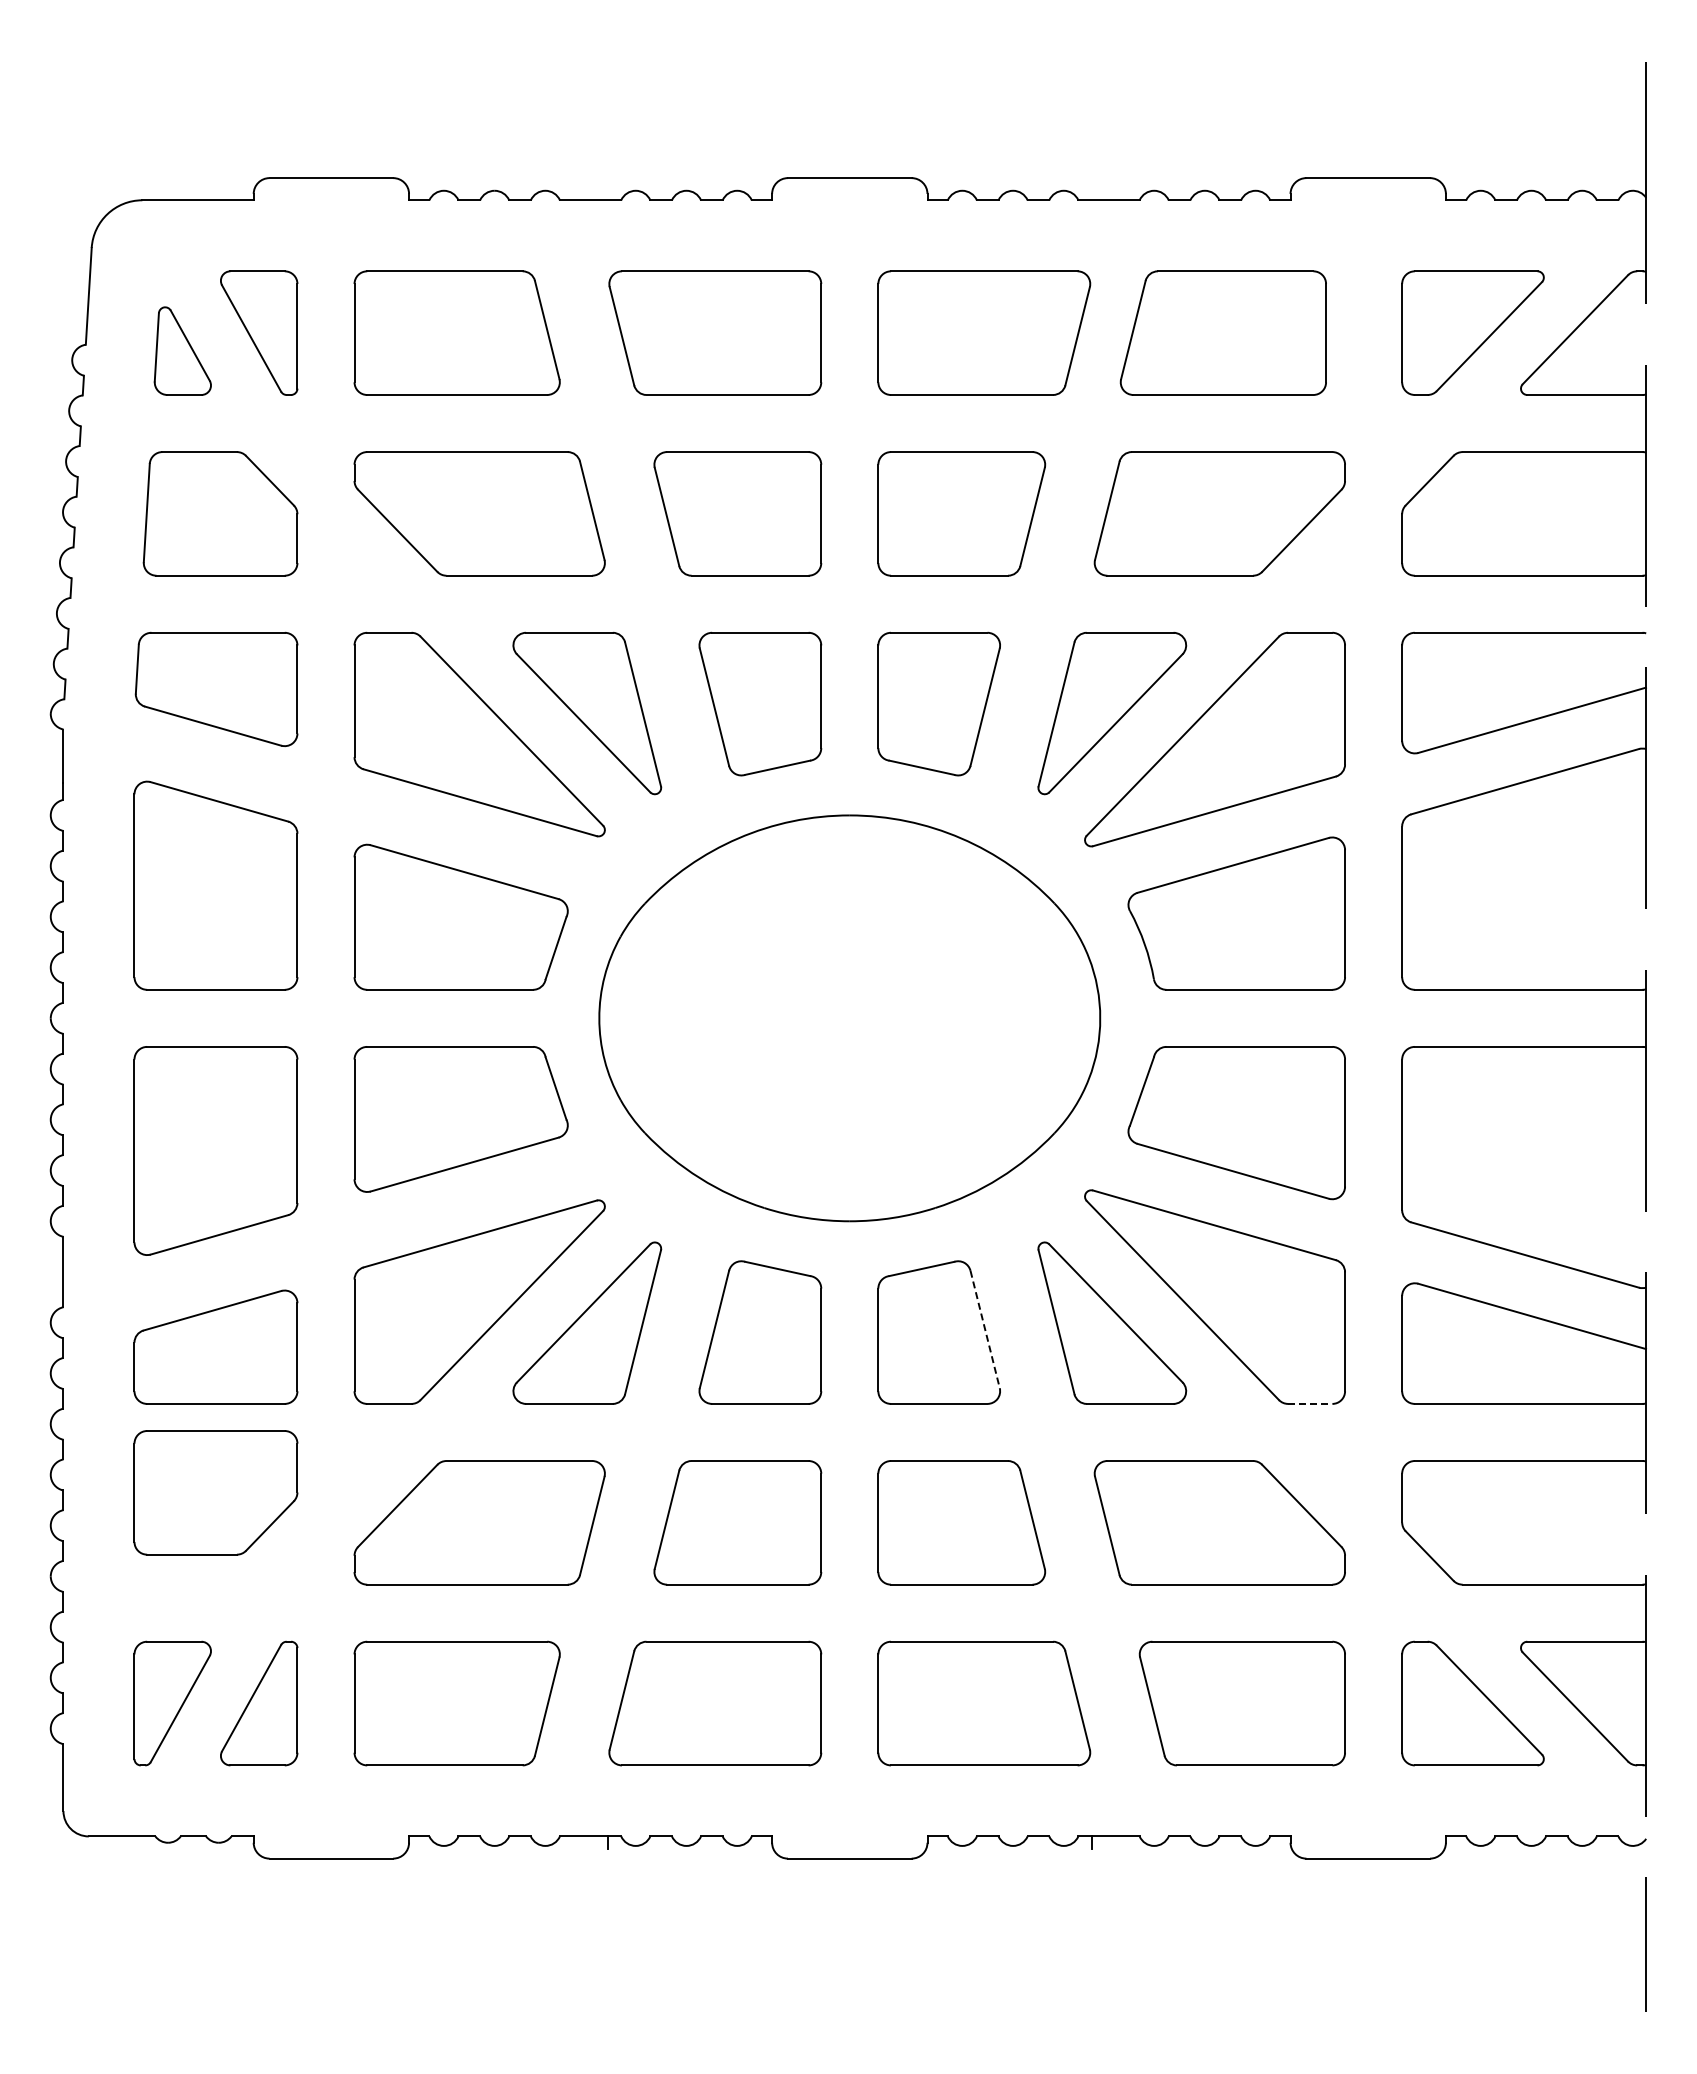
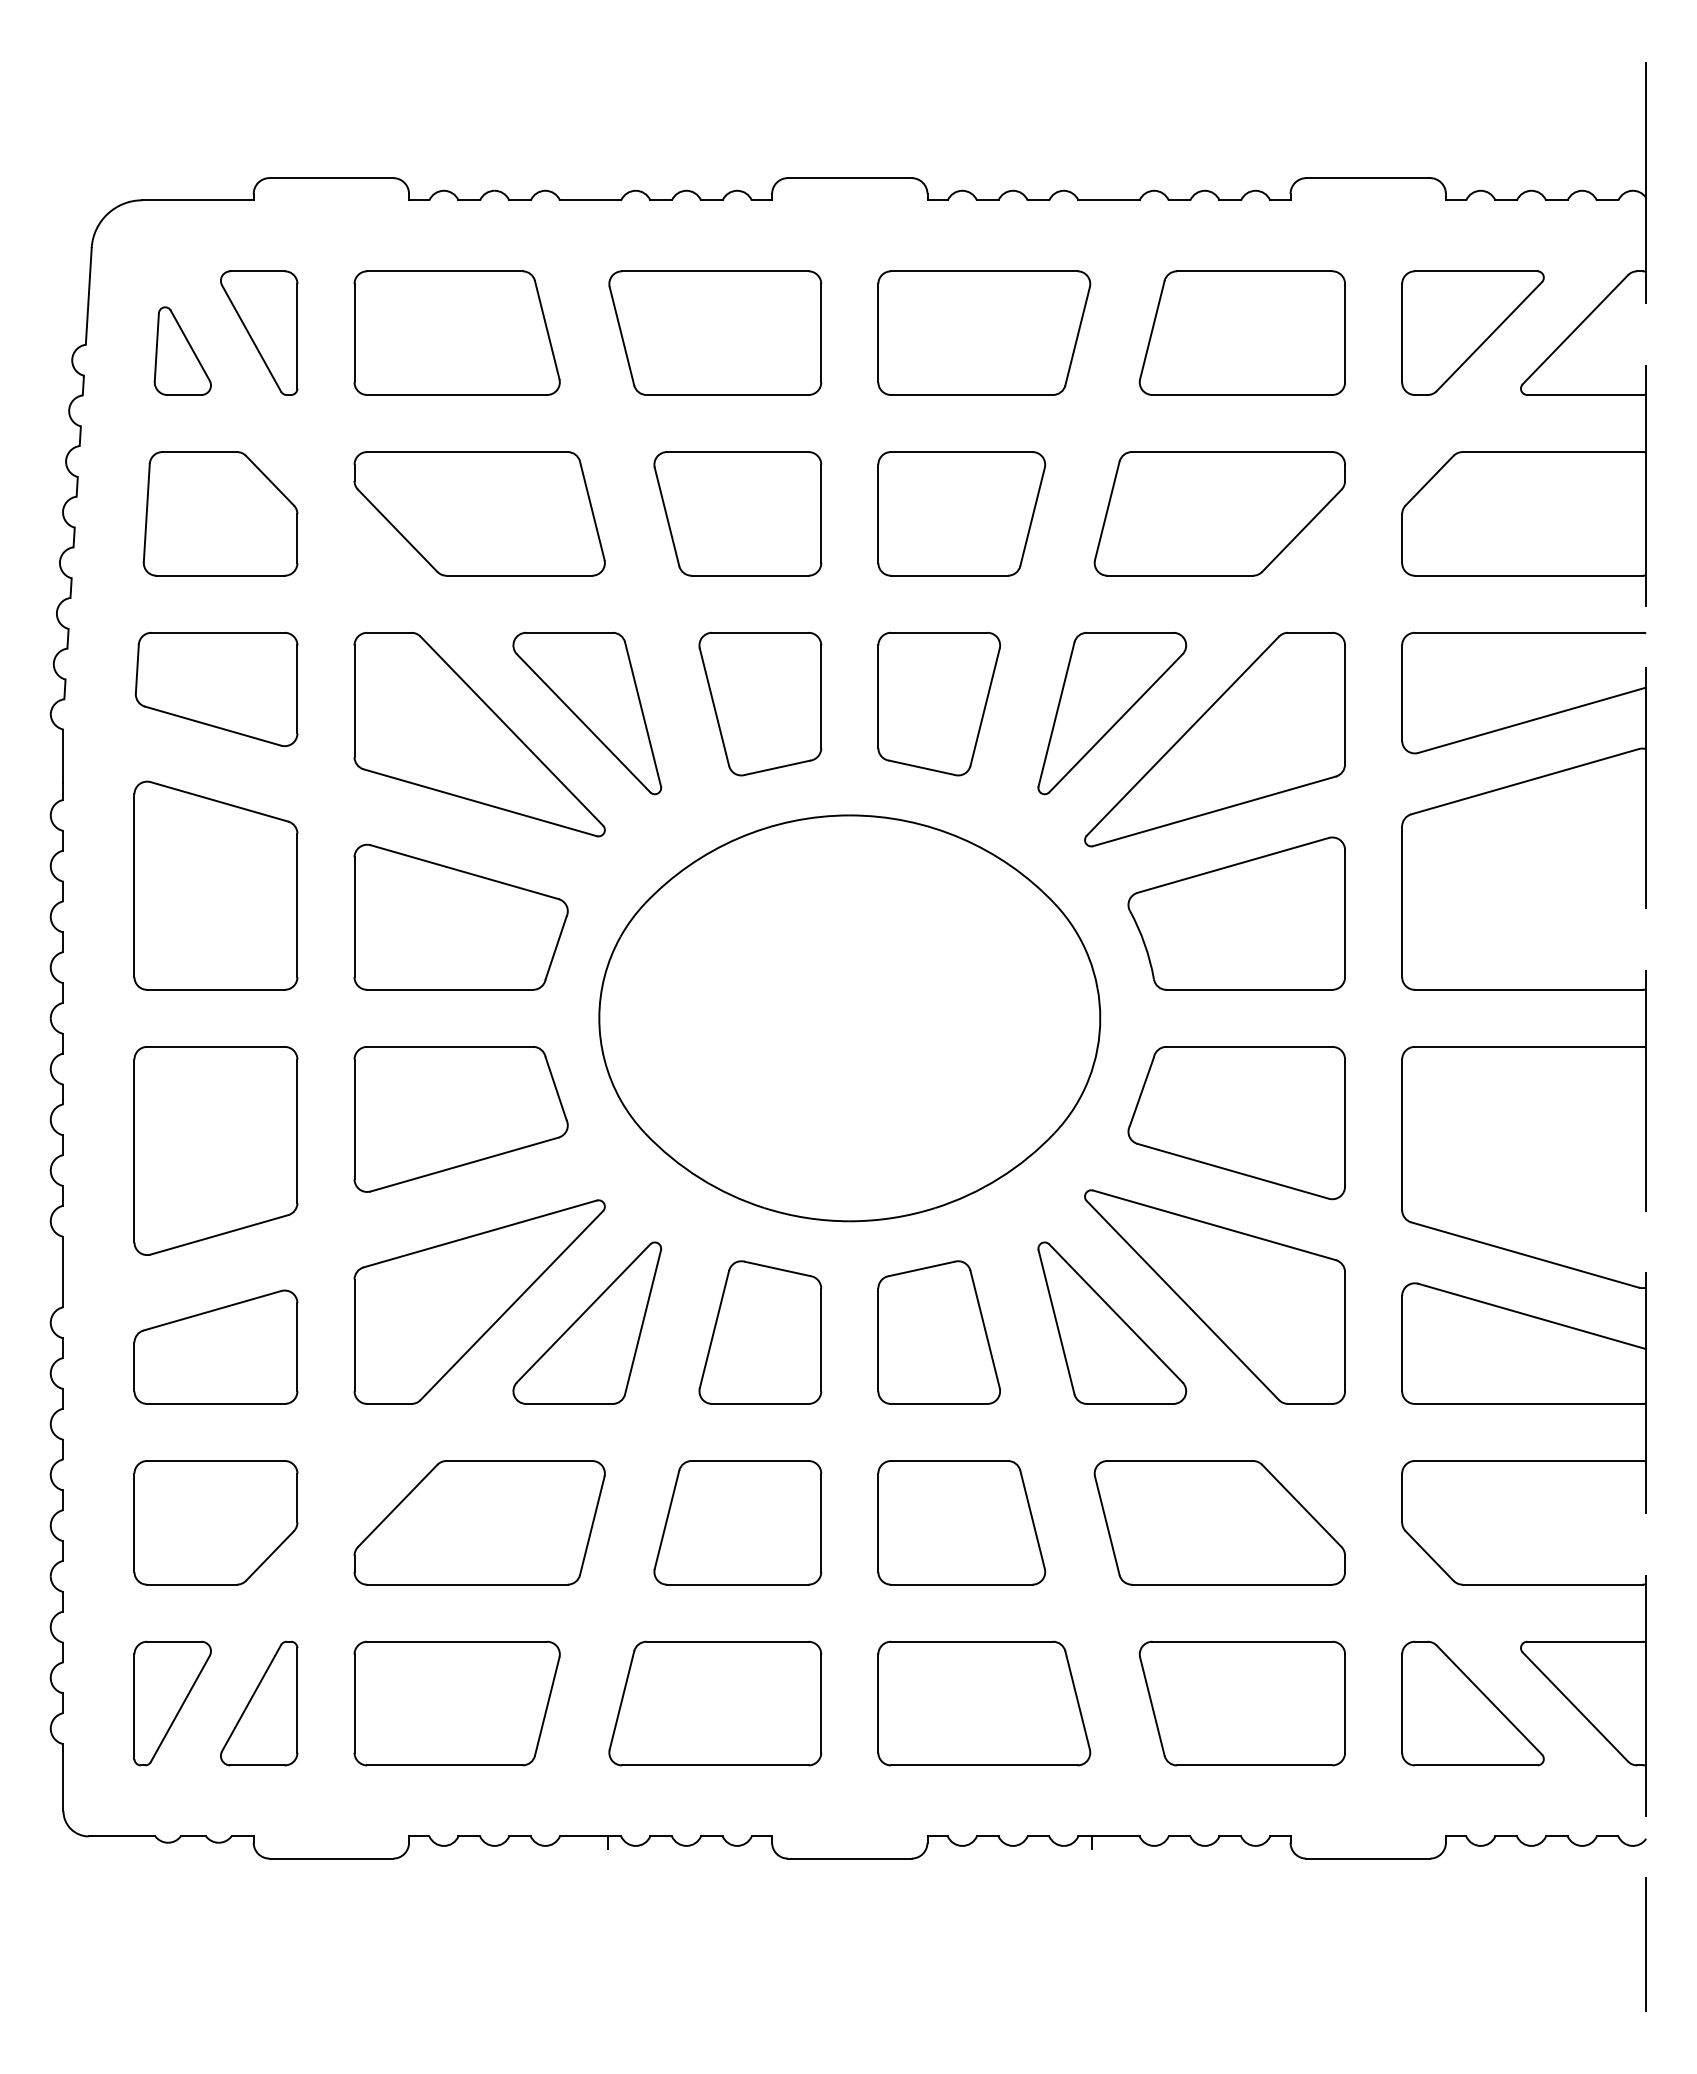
part at (1222, 332) position: (1222, 332) -> (1241, 332)
line at (985, 1330): dashed -> solid
line at (1310, 1403): dashed -> solid
part at (215, 1492) position: (215, 1492) -> (215, 1522)
